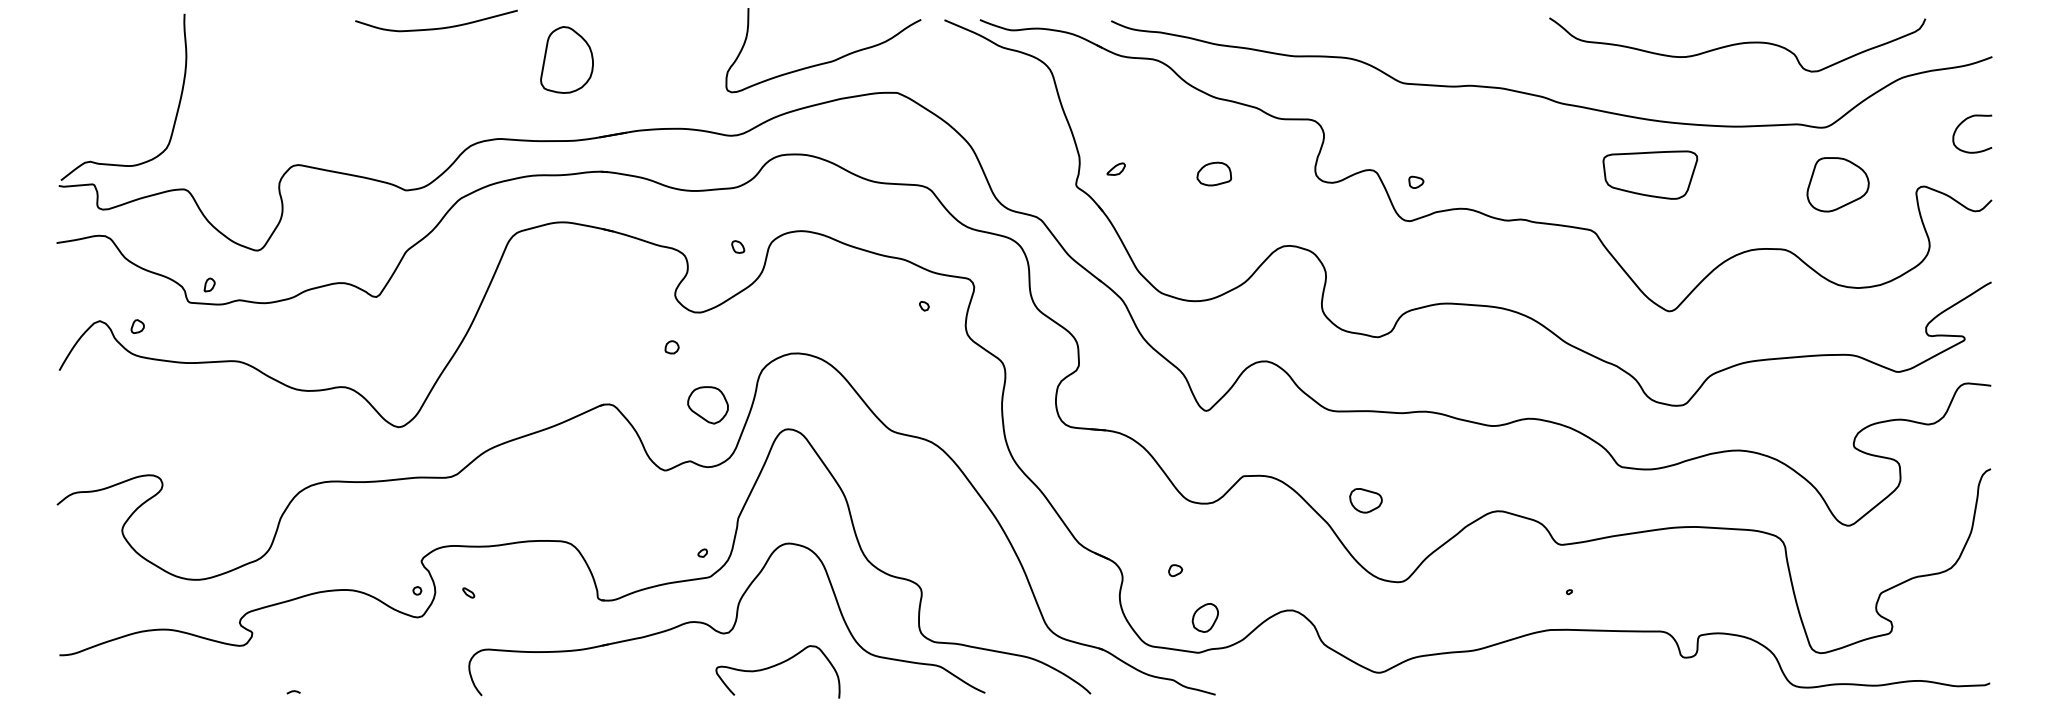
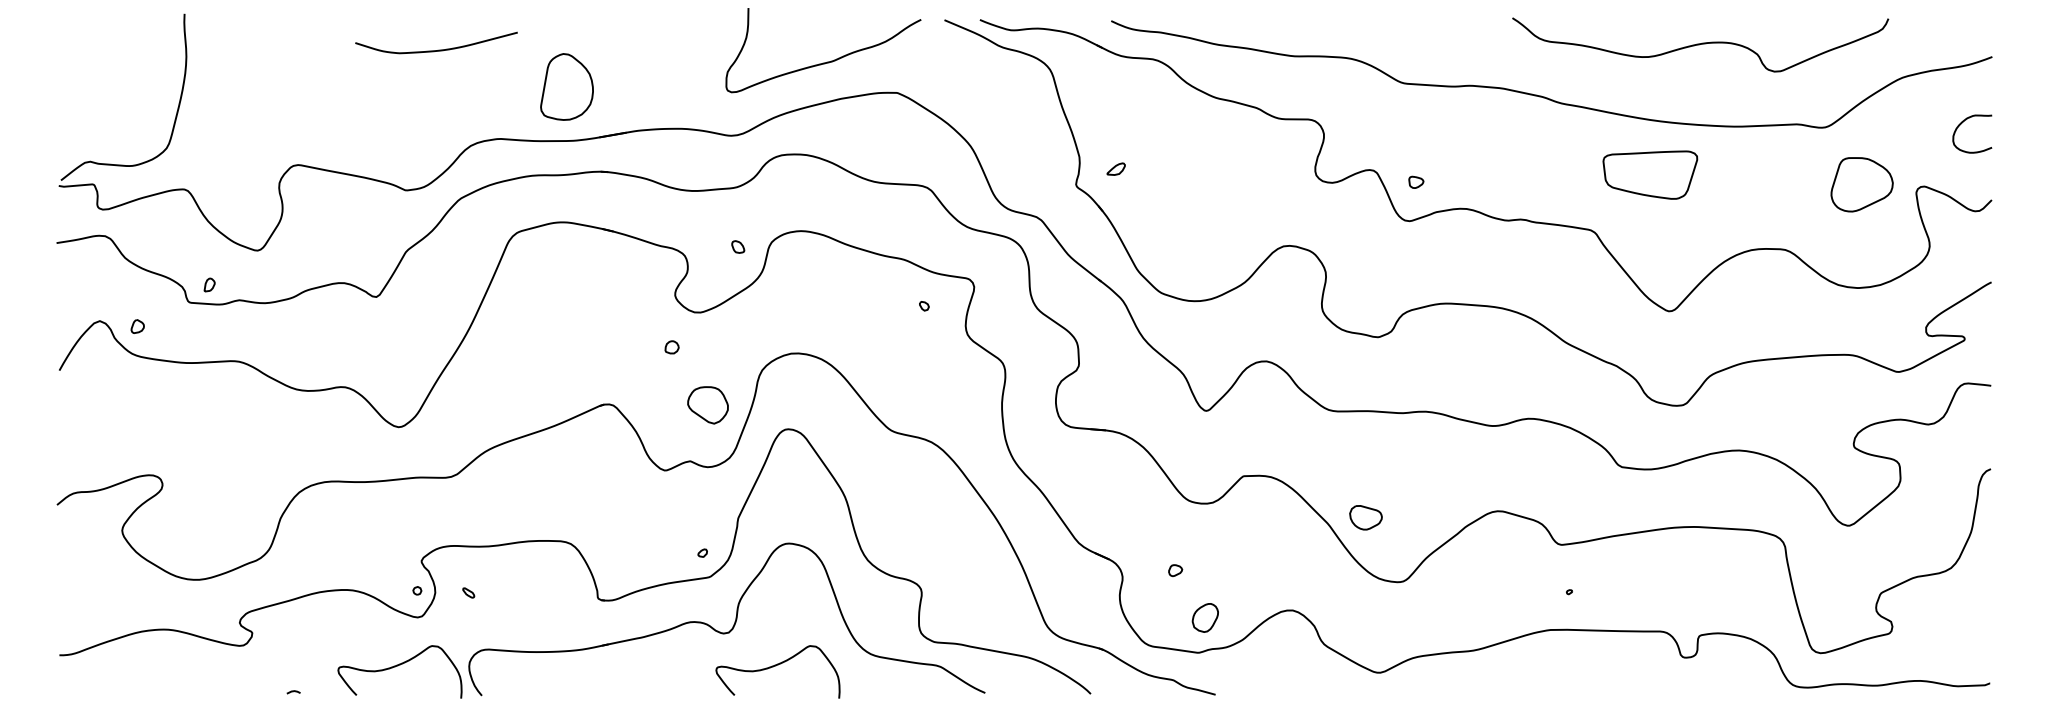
curve at (438, 27) position: (438, 27) -> (438, 49)
curve at (1737, 44) position: (1737, 44) -> (1700, 44)
part at (566, 59) position: (566, 59) -> (566, 86)
part at (1214, 173): present -> none
part at (1837, 184) position: (1837, 184) -> (1861, 184)
part at (1365, 500) position: (1365, 500) -> (1365, 517)
curve at (397, 666): none -> present
